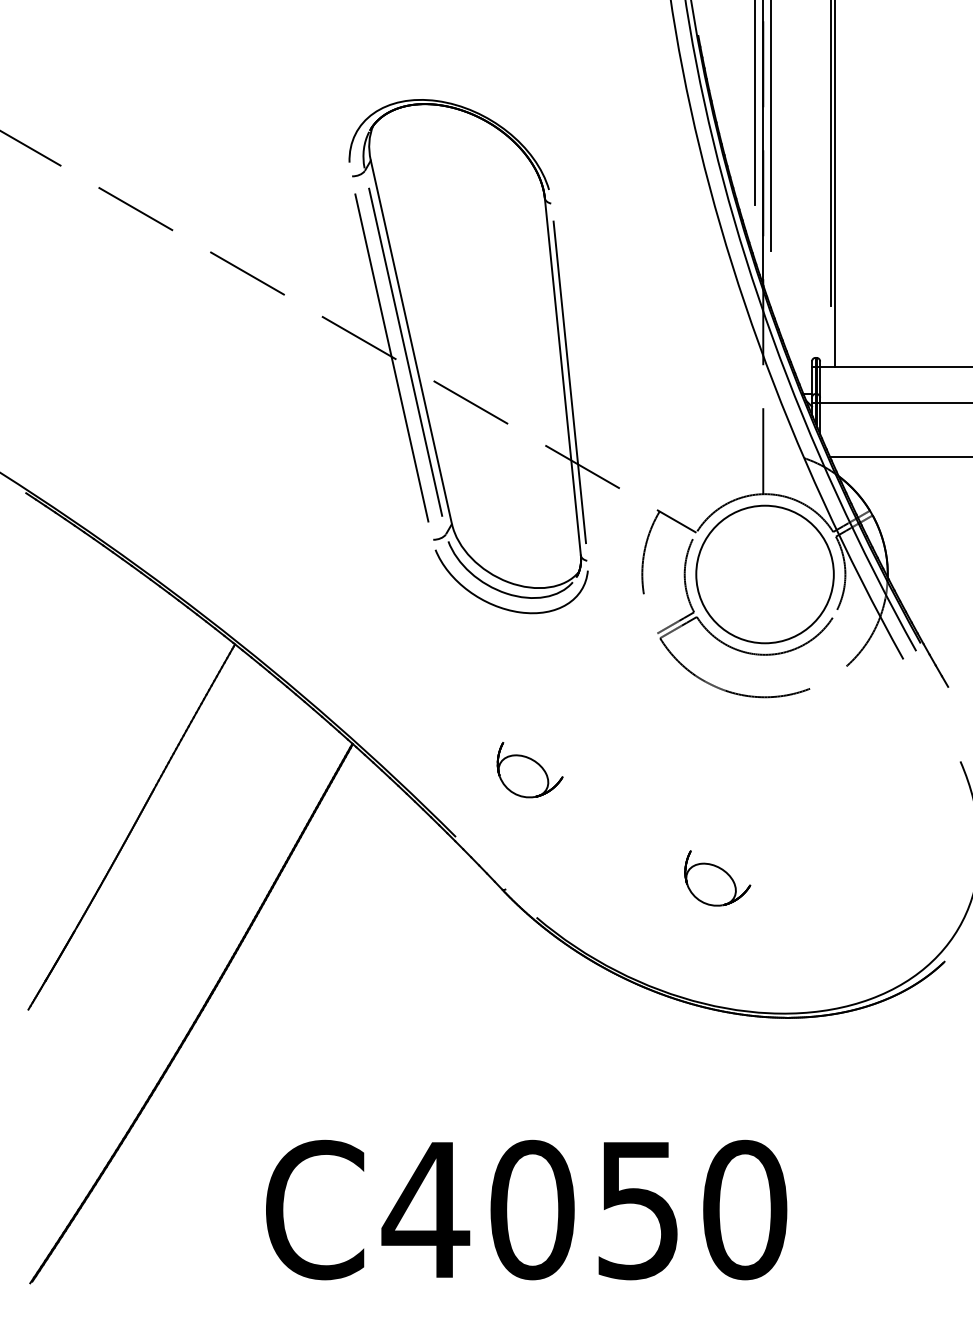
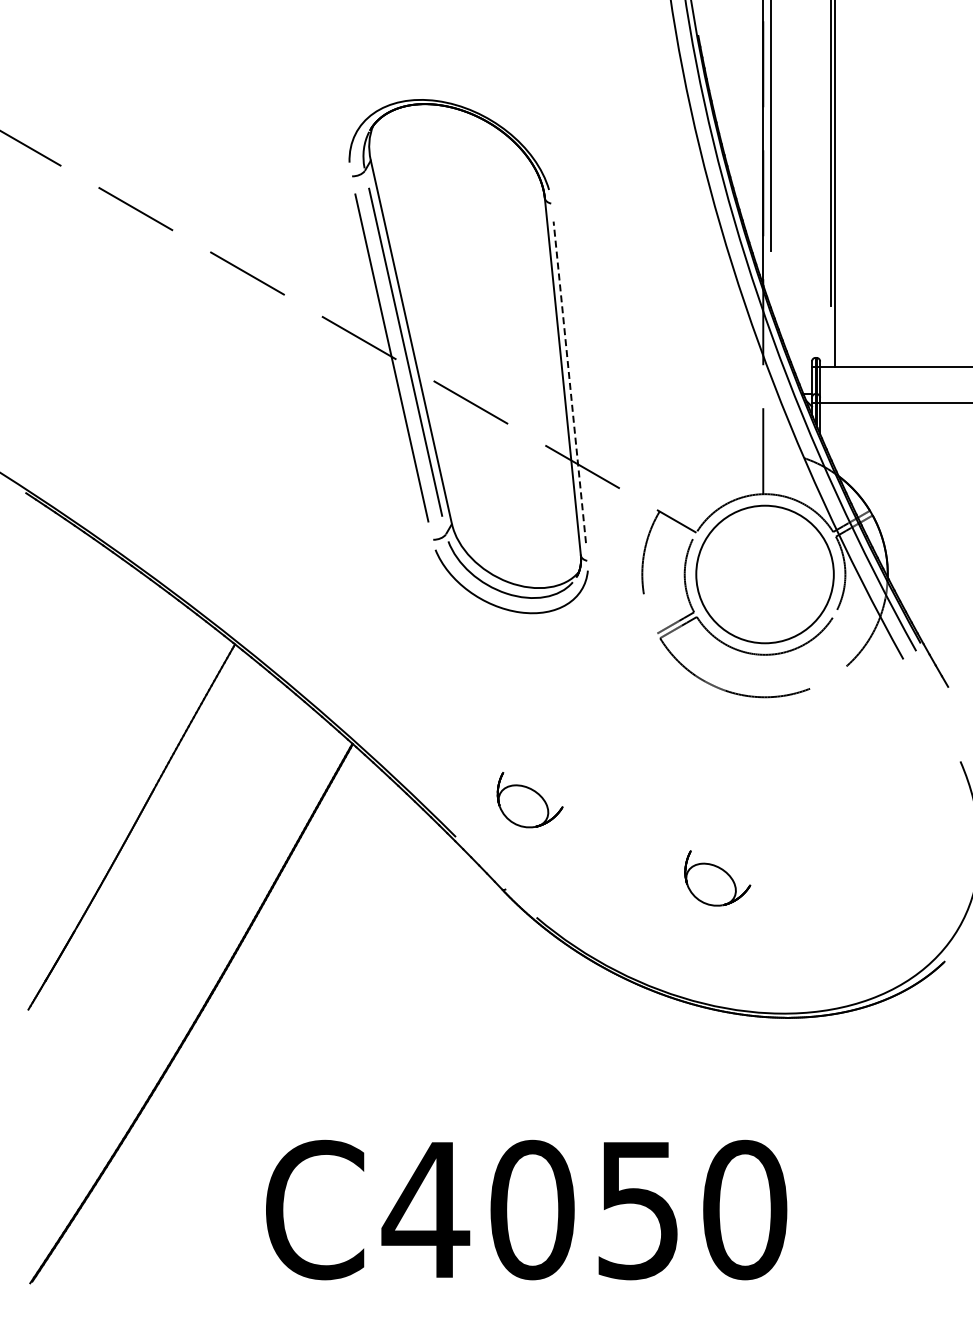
line at (754, 103): present -> none
line at (569, 382): solid -> dashed
line at (899, 457): present -> none
part at (529, 770) position: (529, 770) -> (529, 800)
